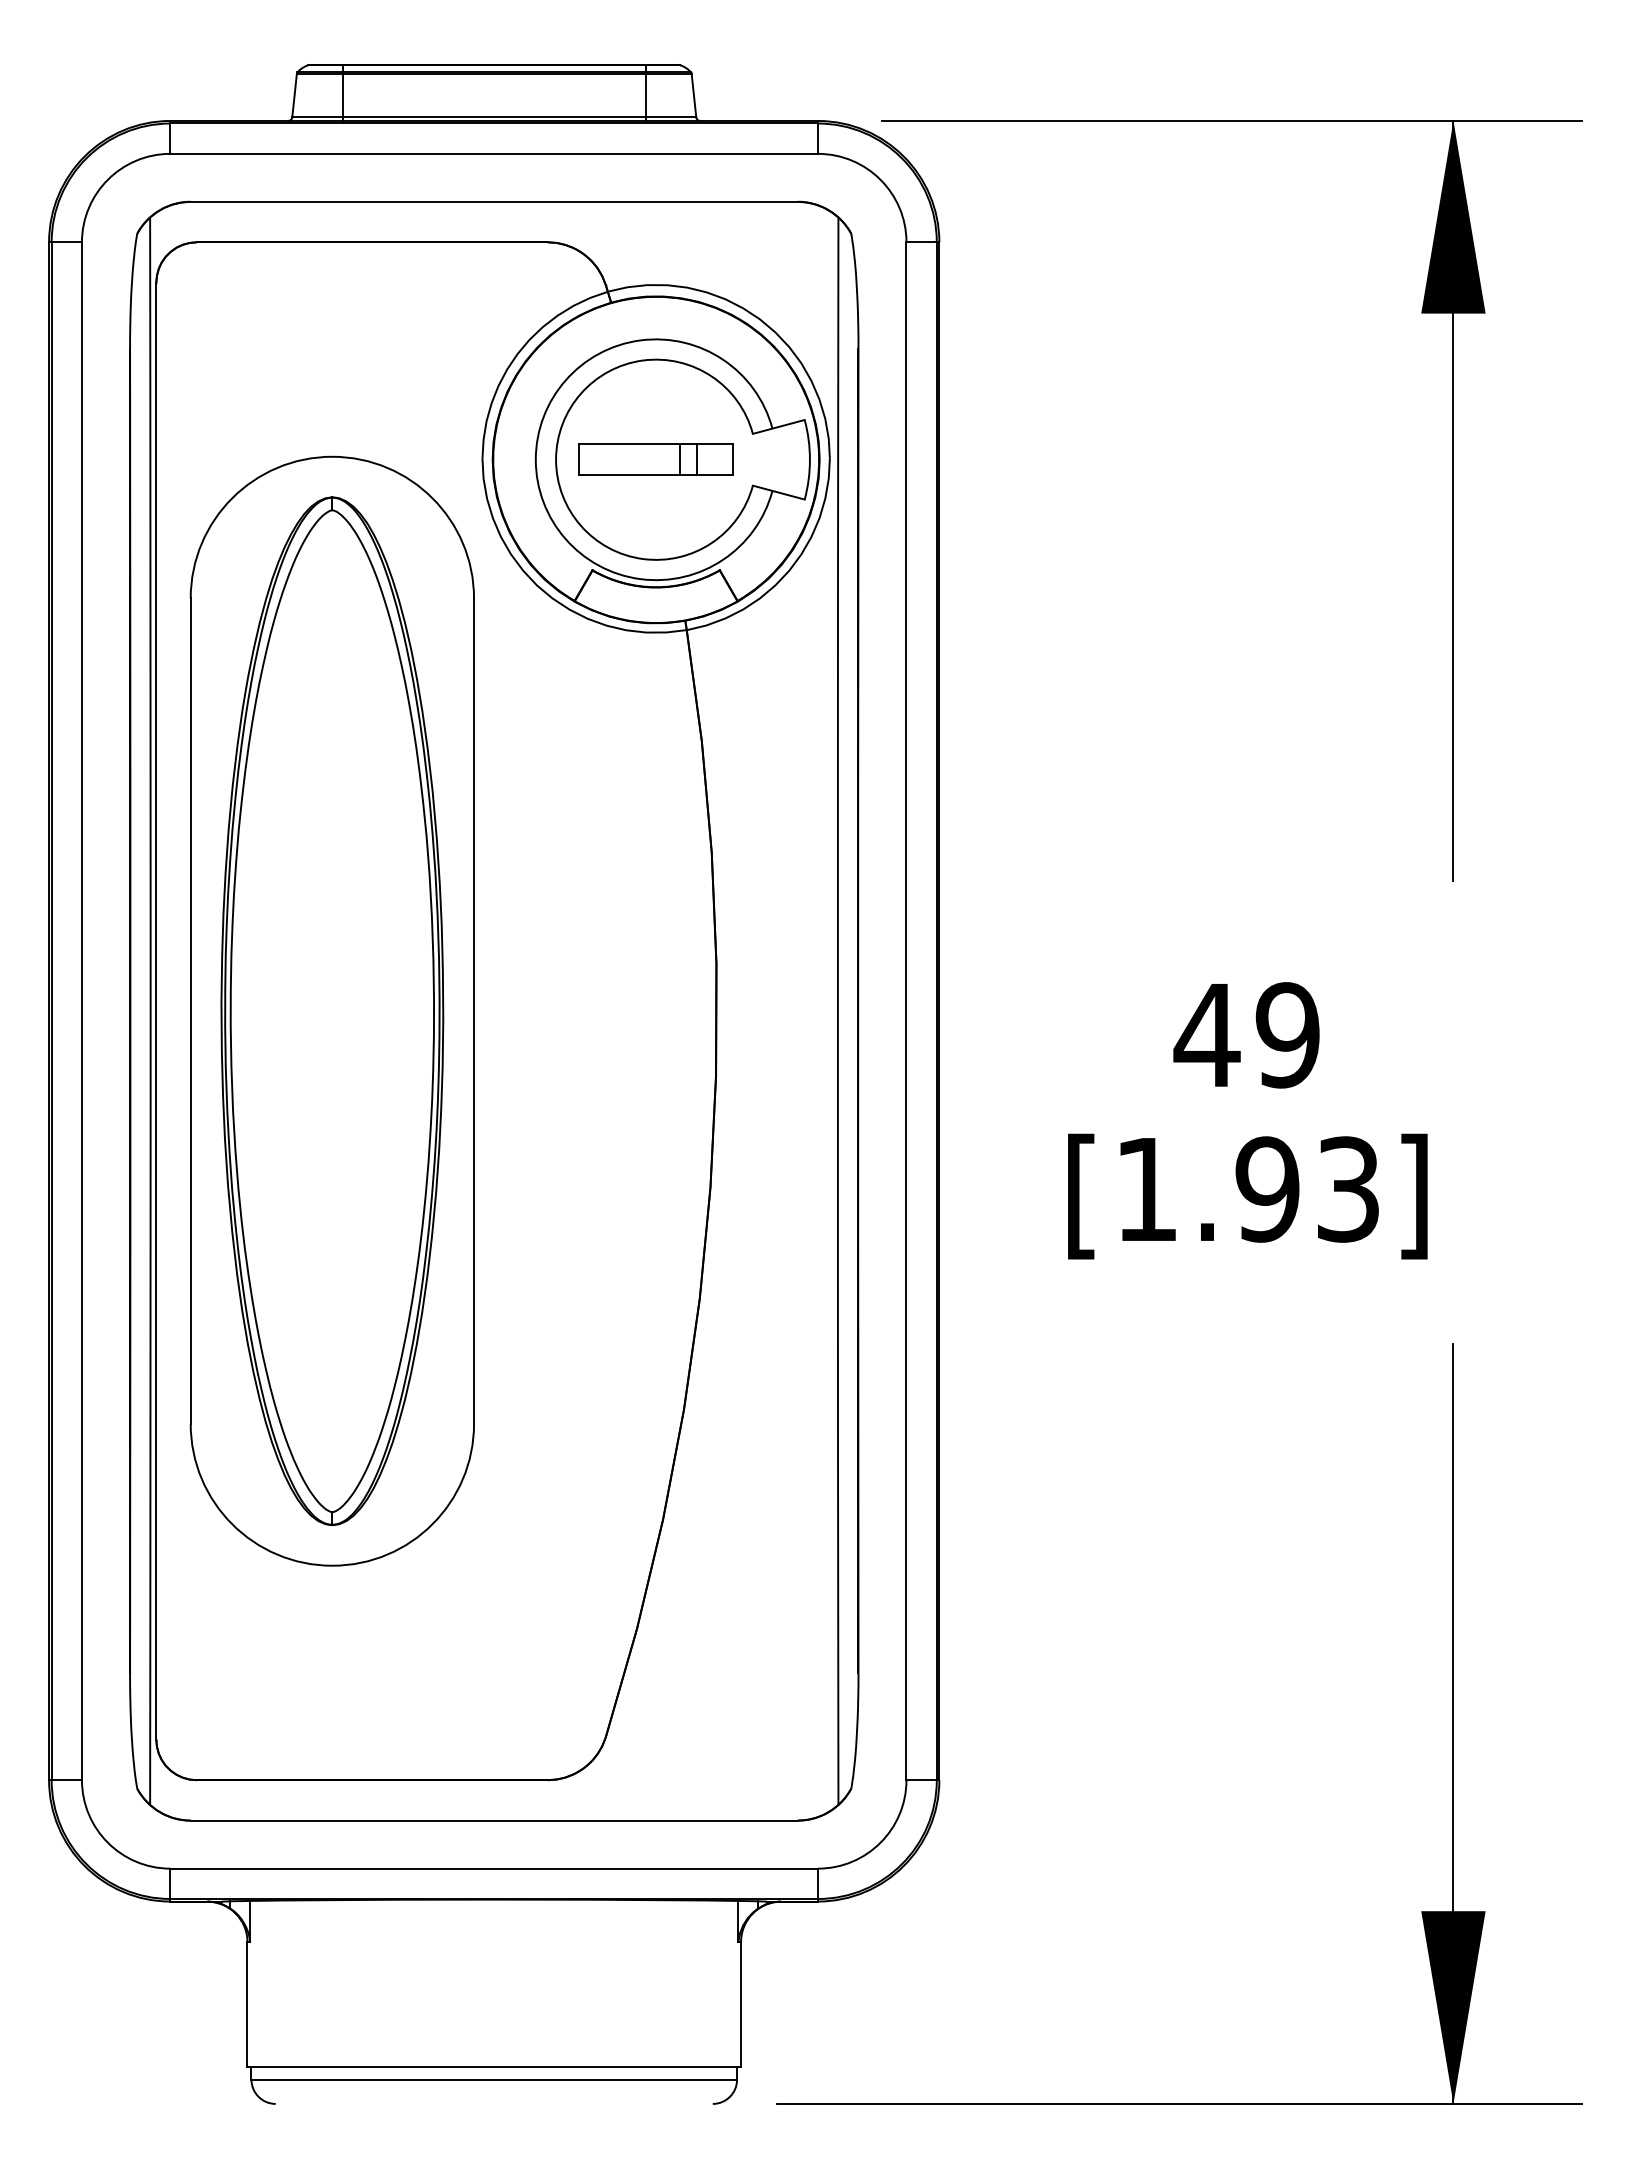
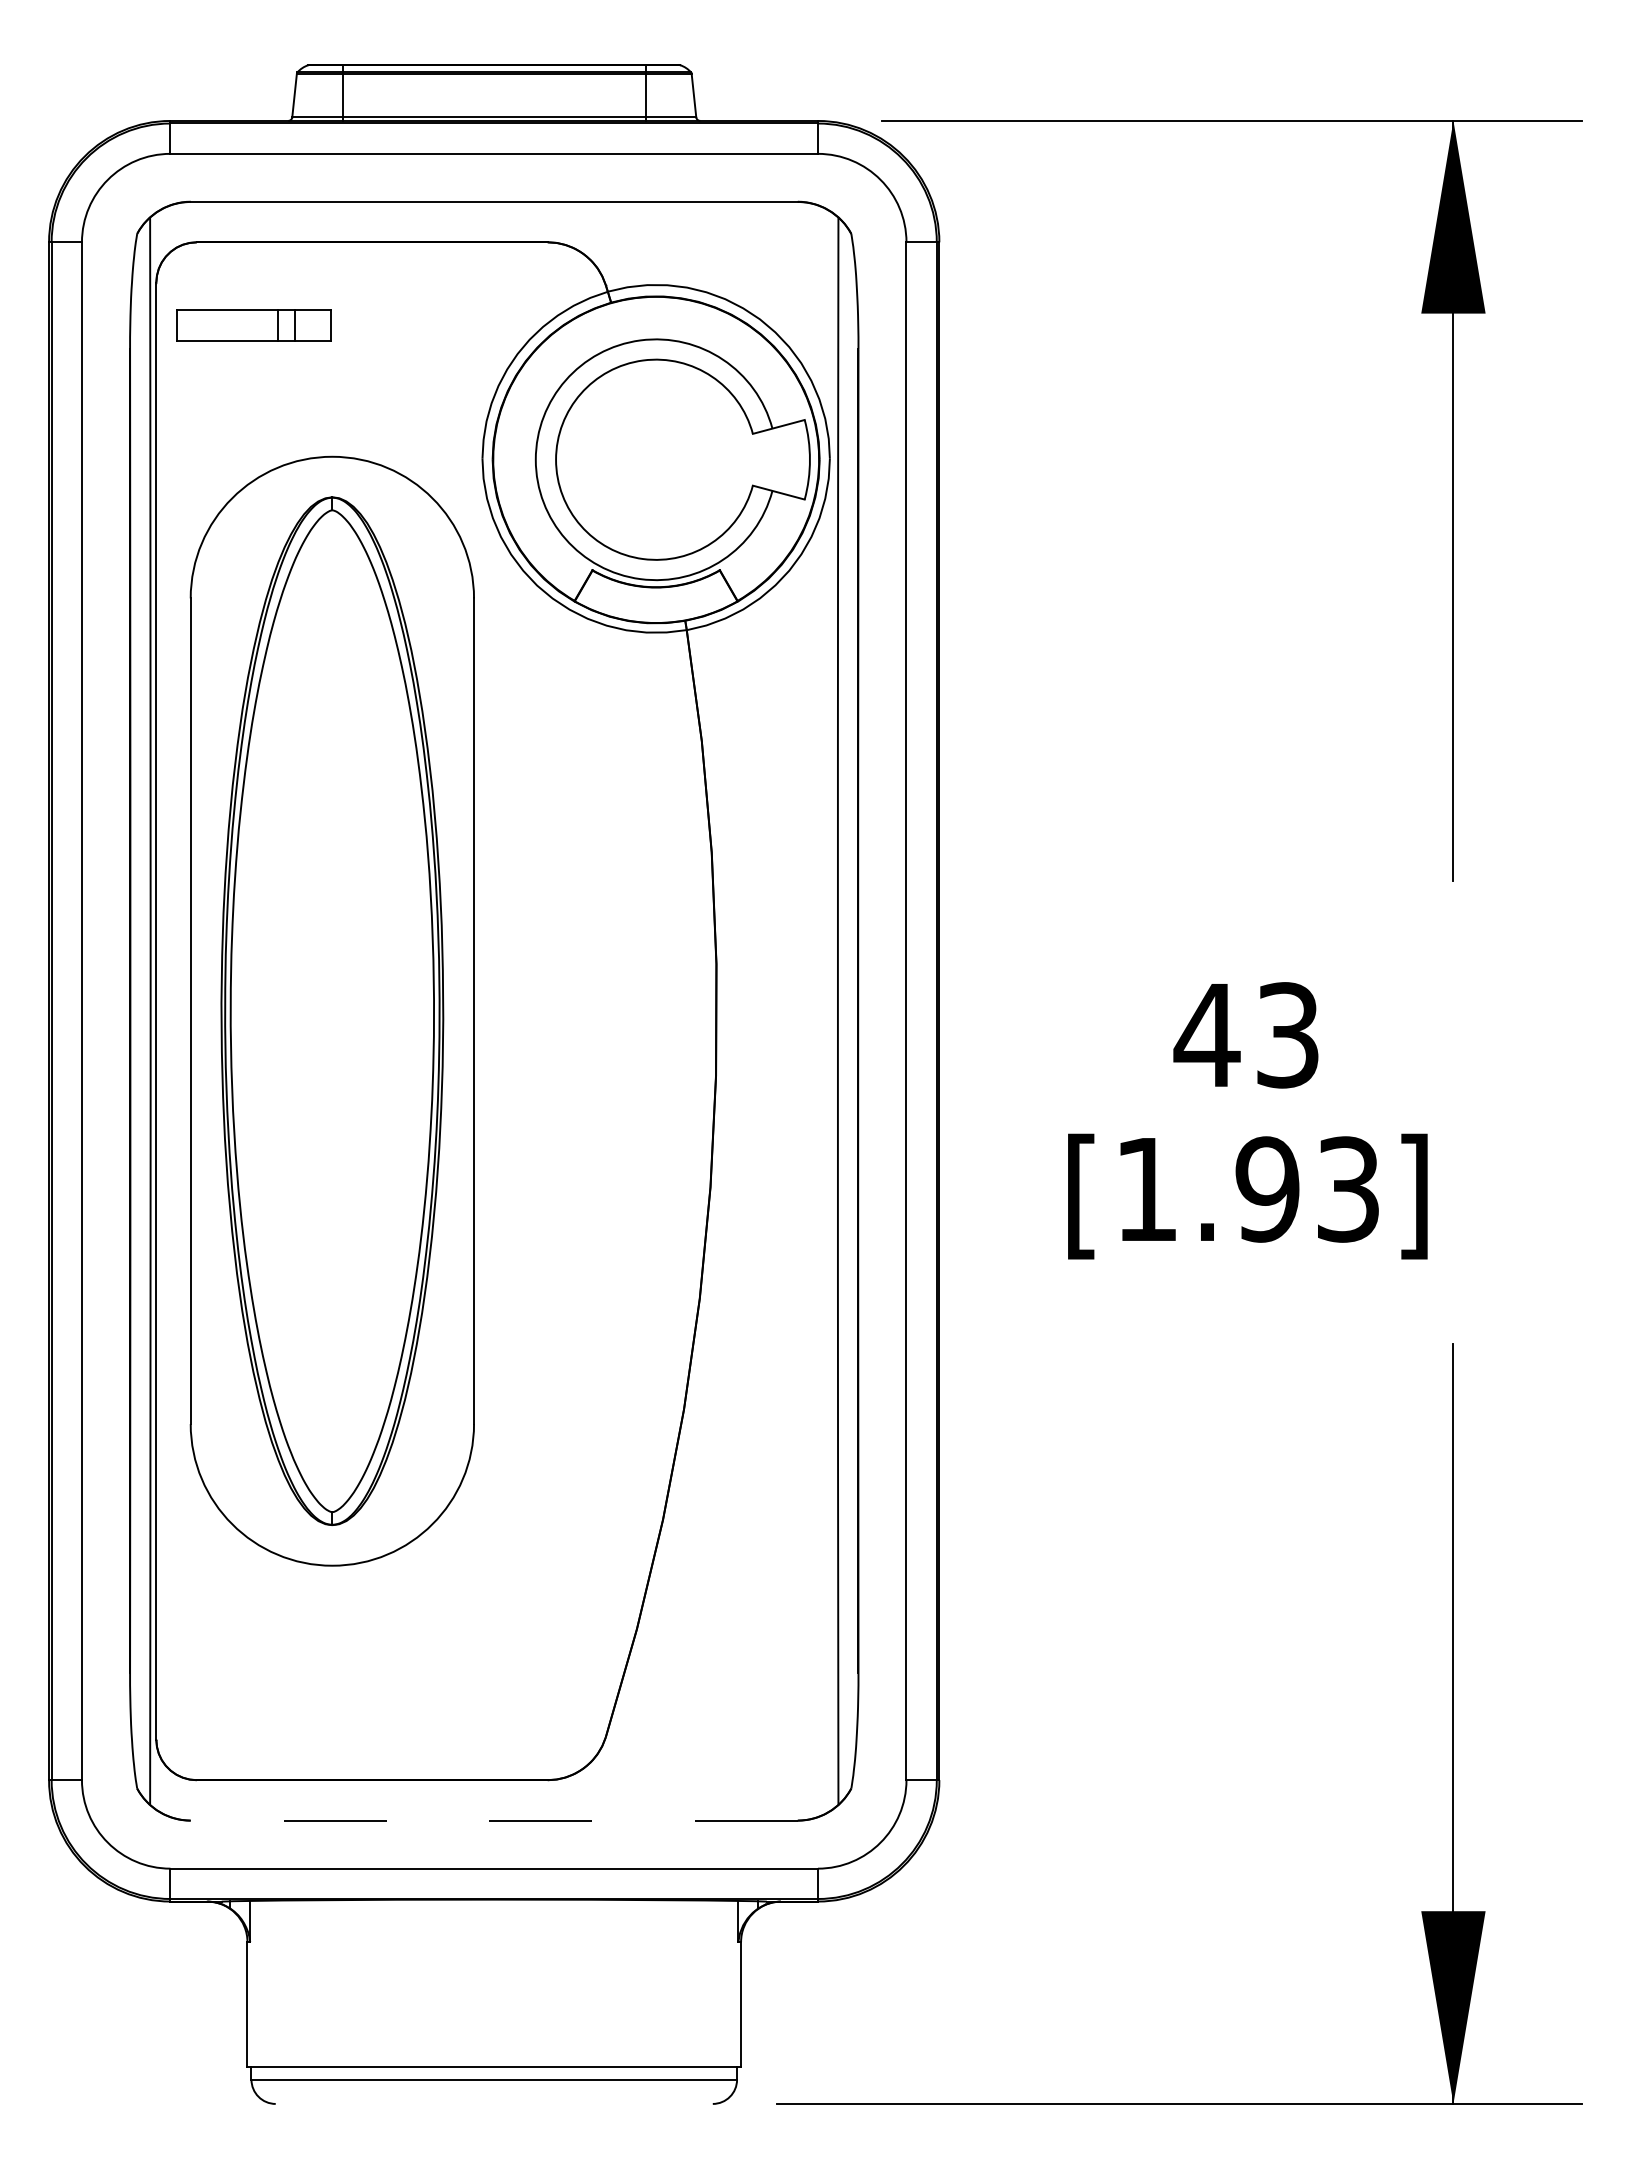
part at (655, 459) position: (655, 459) -> (253, 325)
text at (1287, 1035): 49 -> 43
line at (494, 1820): solid -> dashed
